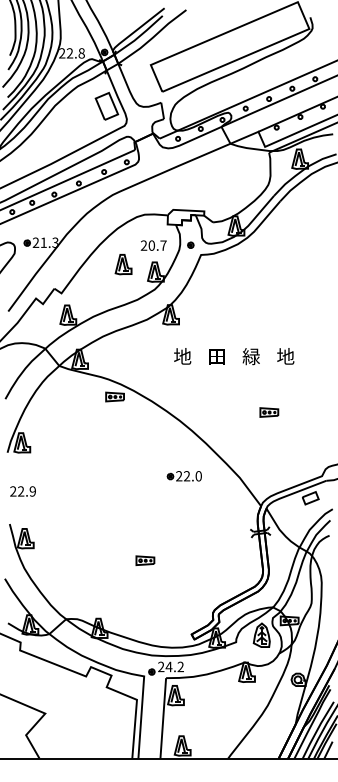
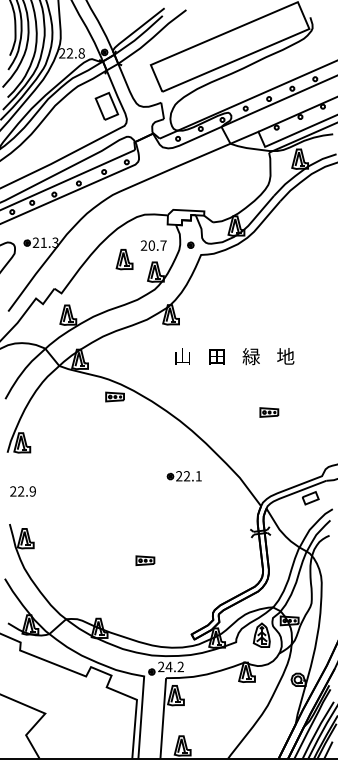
part at (123, 264) position: (123, 264) -> (124, 259)
text at (182, 356): 地 -> 山
text at (198, 476): 22.0 -> 22.1
